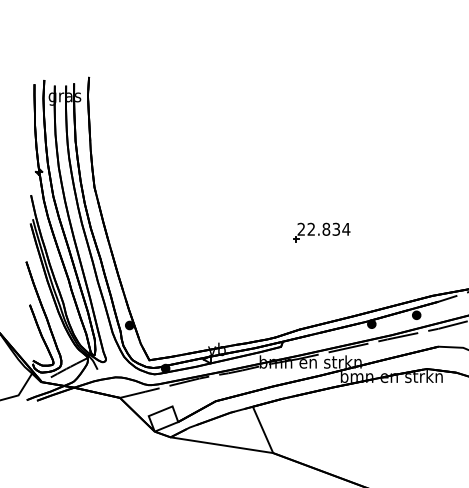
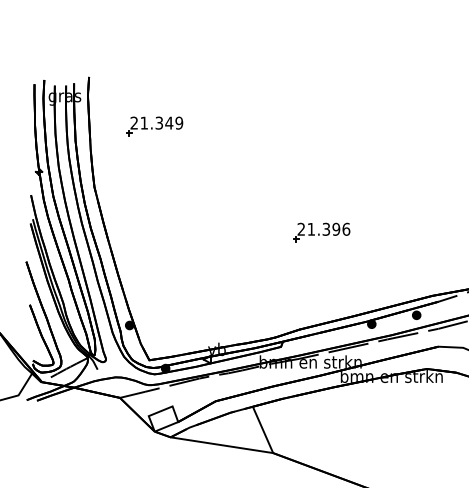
part at (154, 126): none -> present
text at (328, 228): 22.834 -> 21.396
